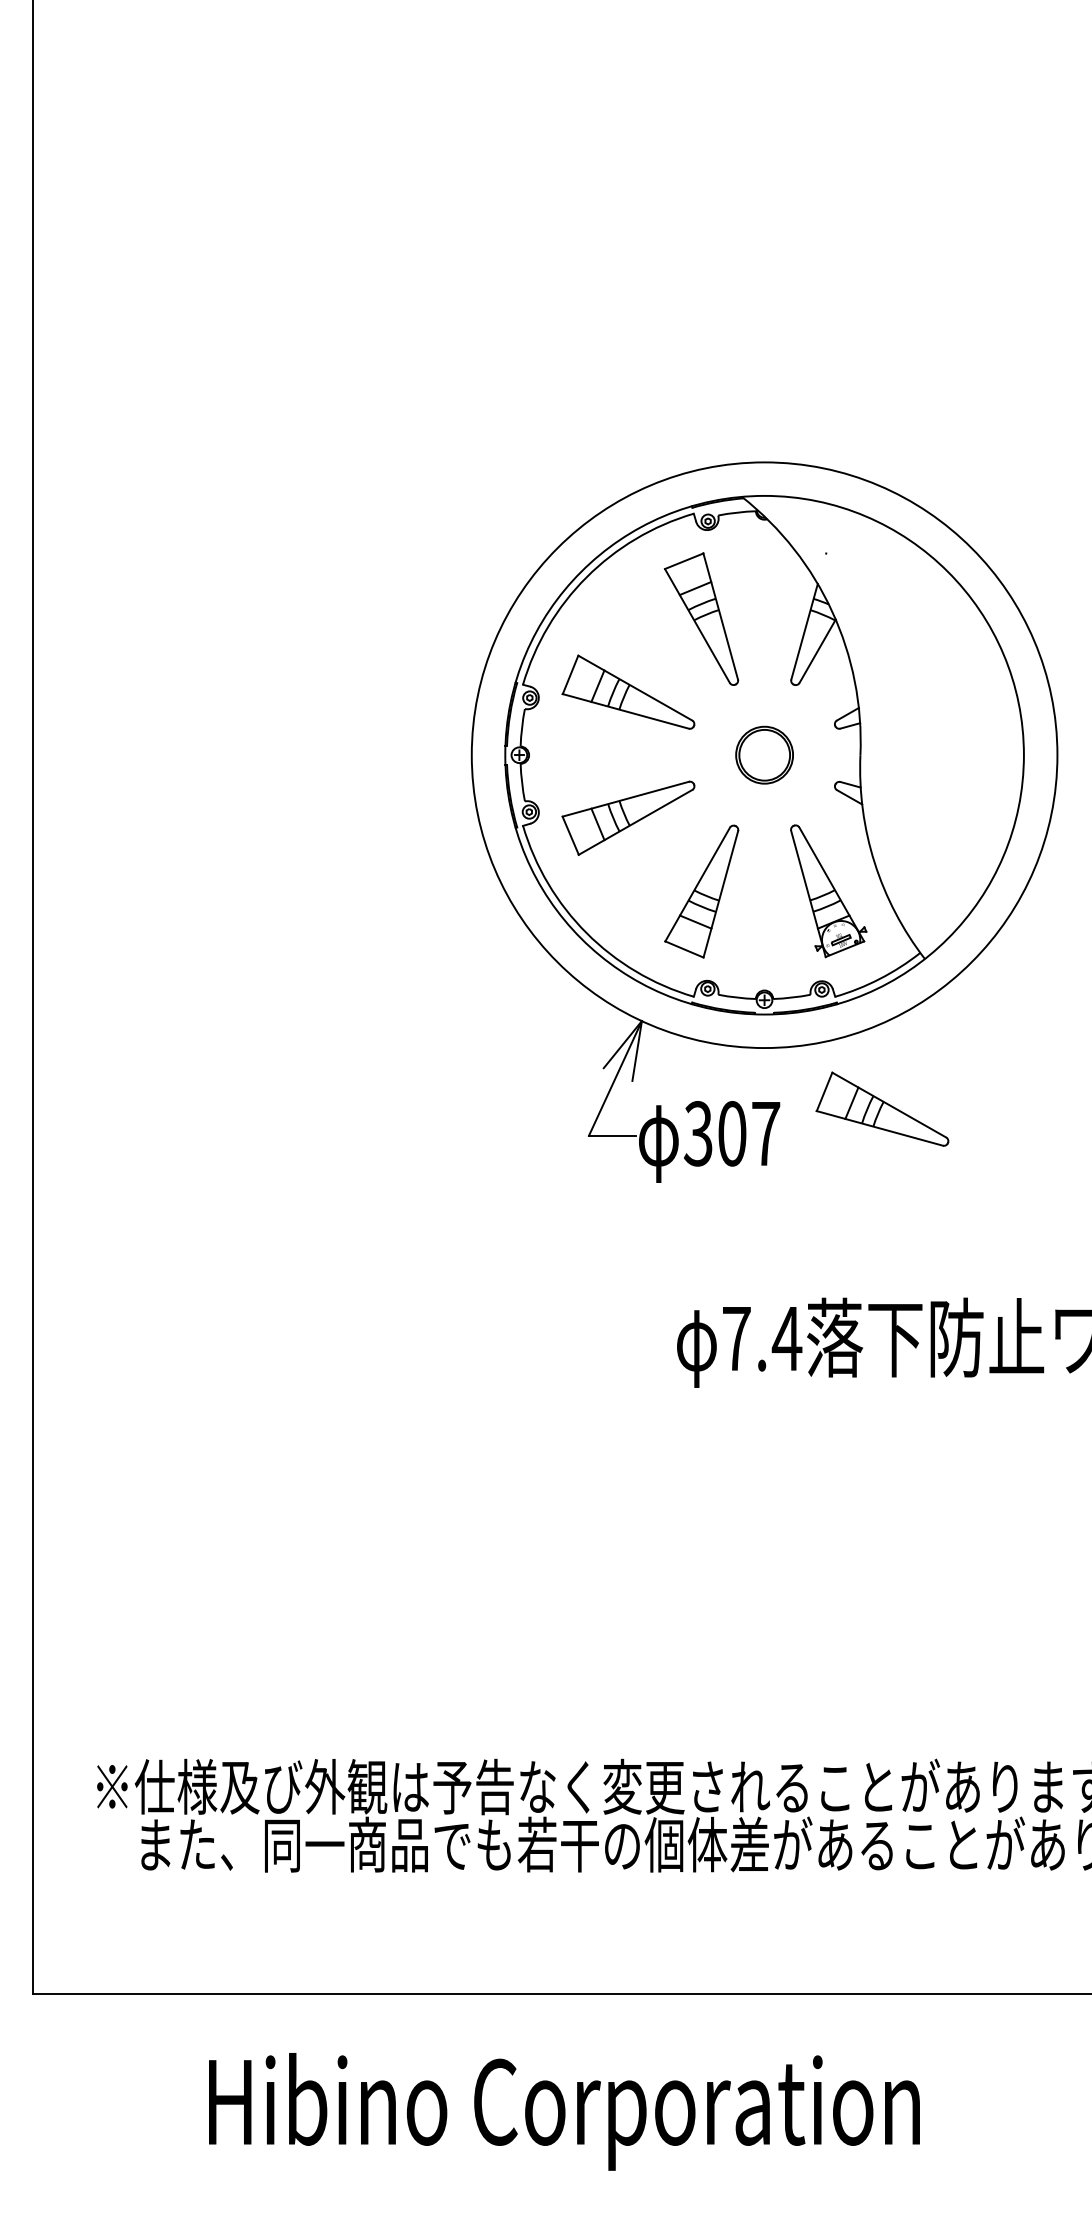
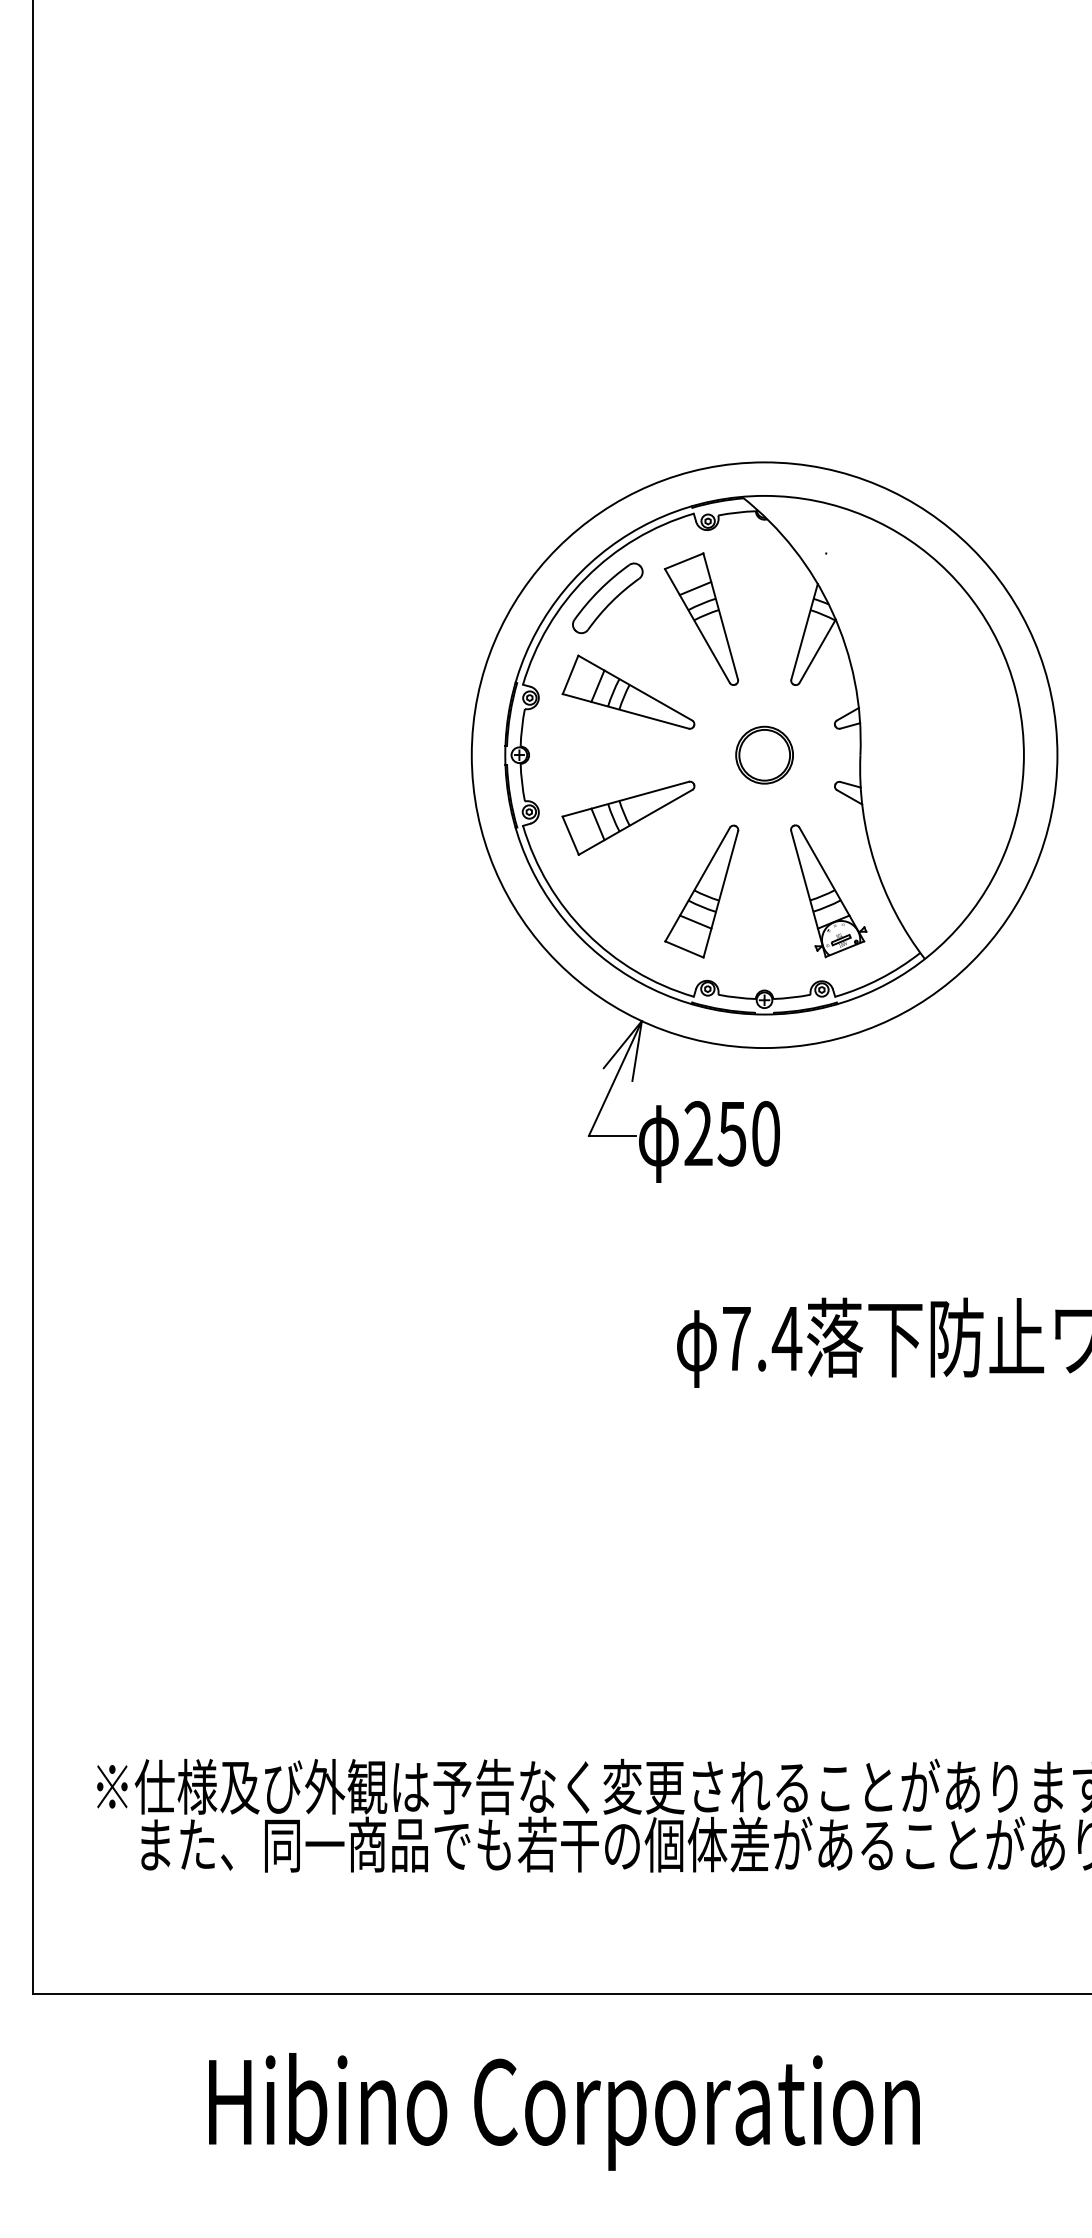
part at (607, 598): none -> present
part at (882, 1108): present -> none
text at (732, 1133): 307 -> 250
